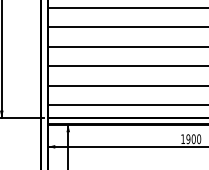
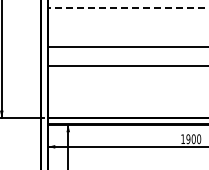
line at (127, 7): solid -> dashed
line at (126, 27): present -> none
line at (126, 85): present -> none
line at (126, 105): present -> none
